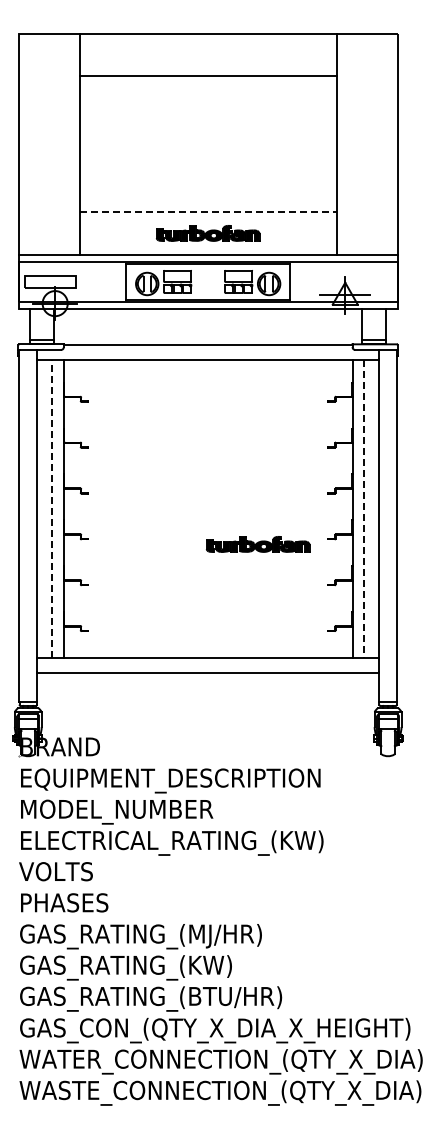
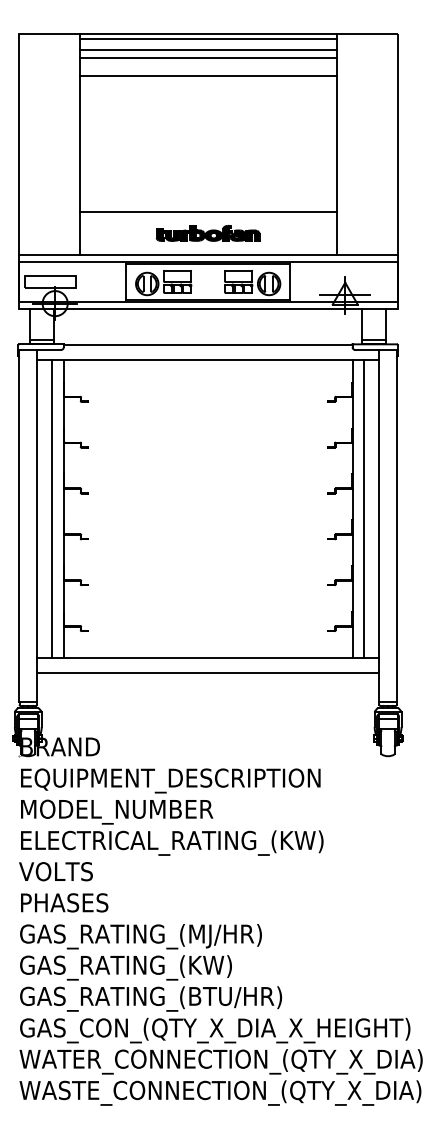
line at (207, 38): none -> present
line at (207, 50): none -> present
line at (207, 58): none -> present
line at (208, 212): dashed -> solid
line at (52, 508): dashed -> solid
line at (364, 509): dashed -> solid
part at (257, 544): present -> none
